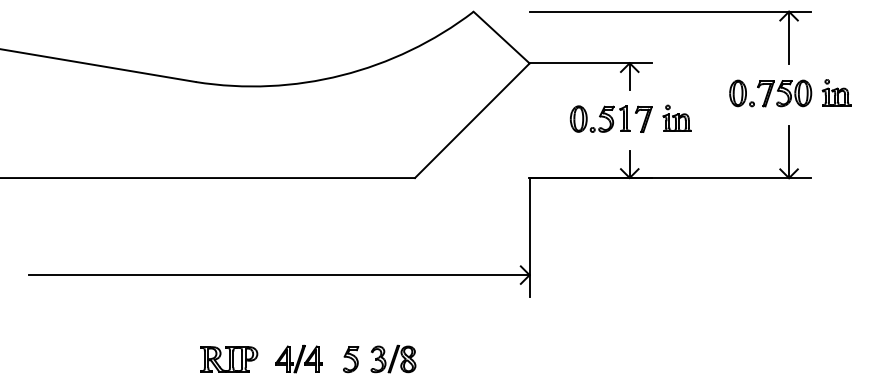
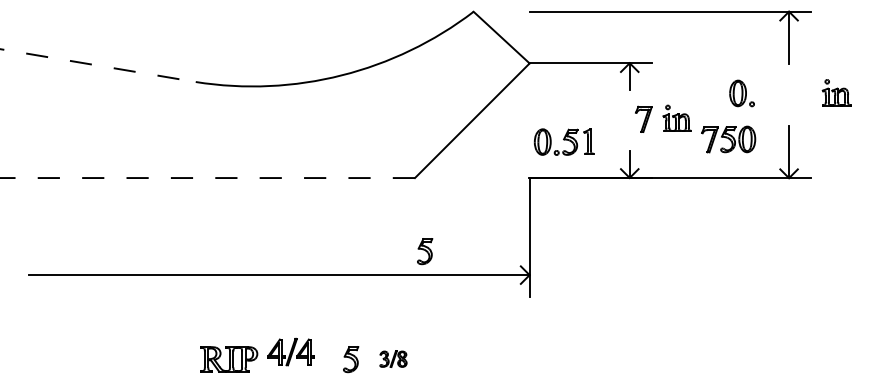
line at (98, 65): solid -> dashed
part at (784, 93) position: (784, 93) -> (728, 139)
part at (599, 118) position: (599, 118) -> (563, 141)
line at (207, 178): solid -> dashed
part at (425, 251): none -> present
part at (298, 358) position: (298, 358) -> (290, 351)
part at (393, 358) size: 47x30 px -> 29x18 px
